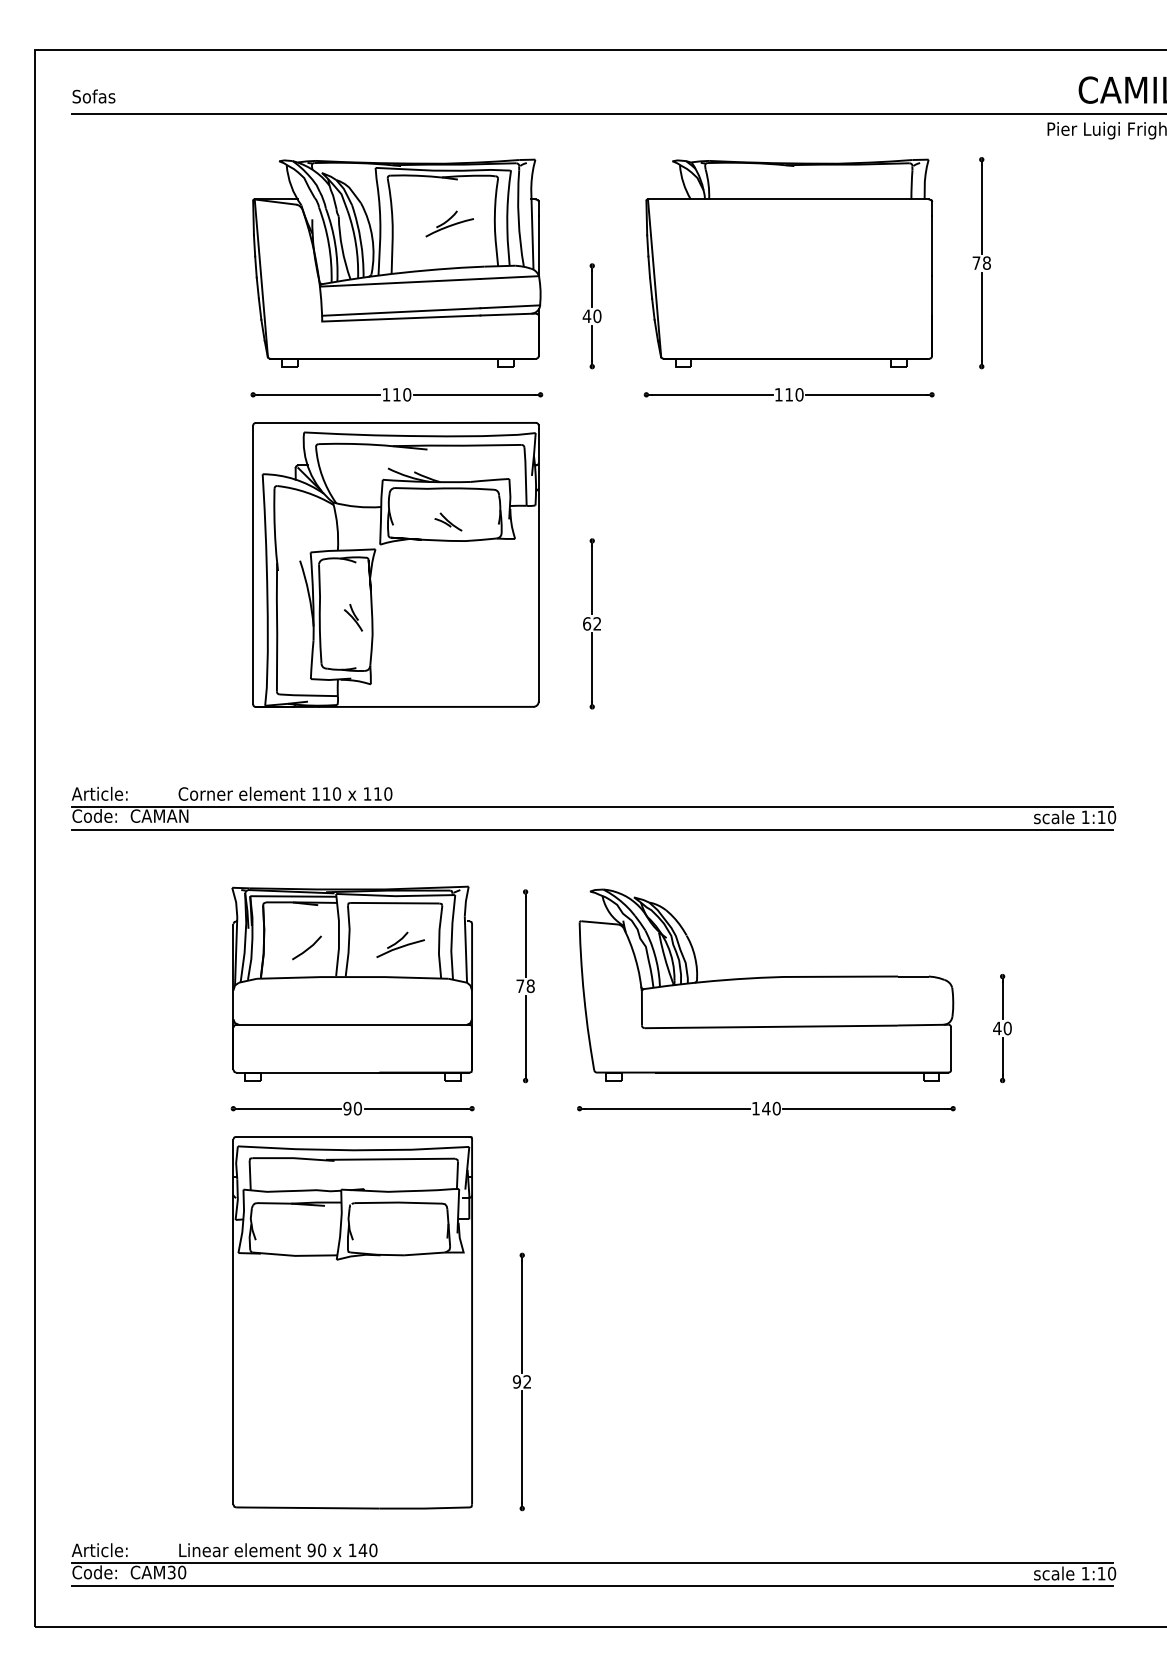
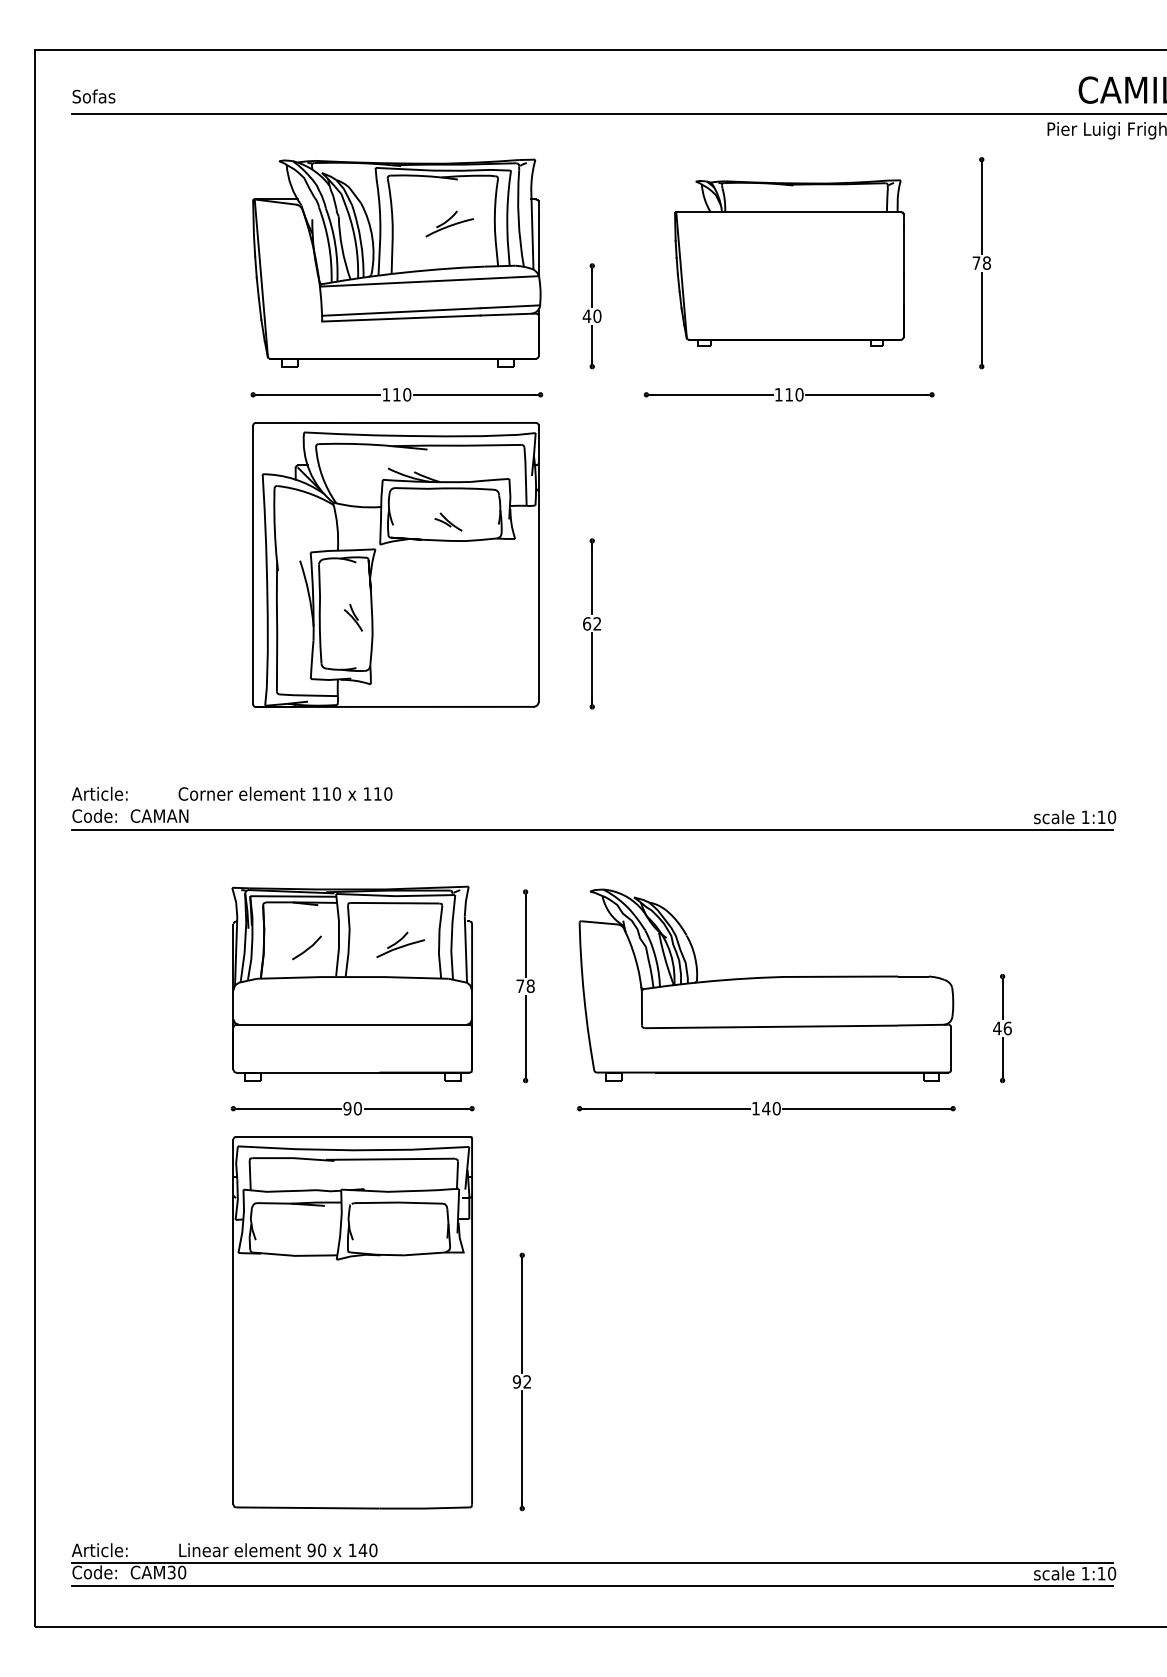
part at (789, 262) size: 289x210 px -> 231x168 px
line at (591, 806): present -> none
text at (1007, 1027): 40 -> 46
